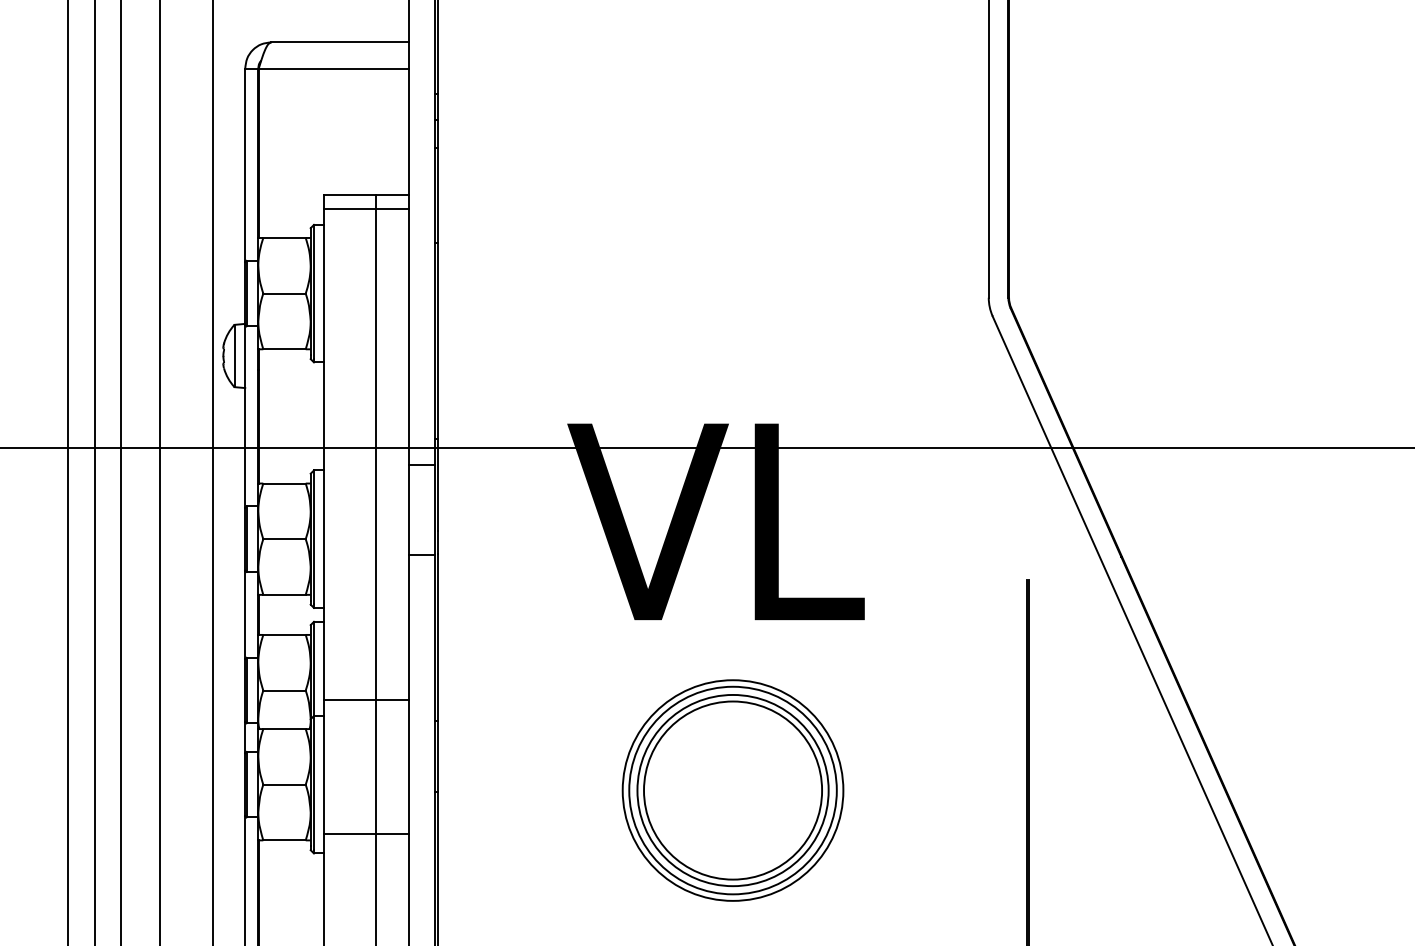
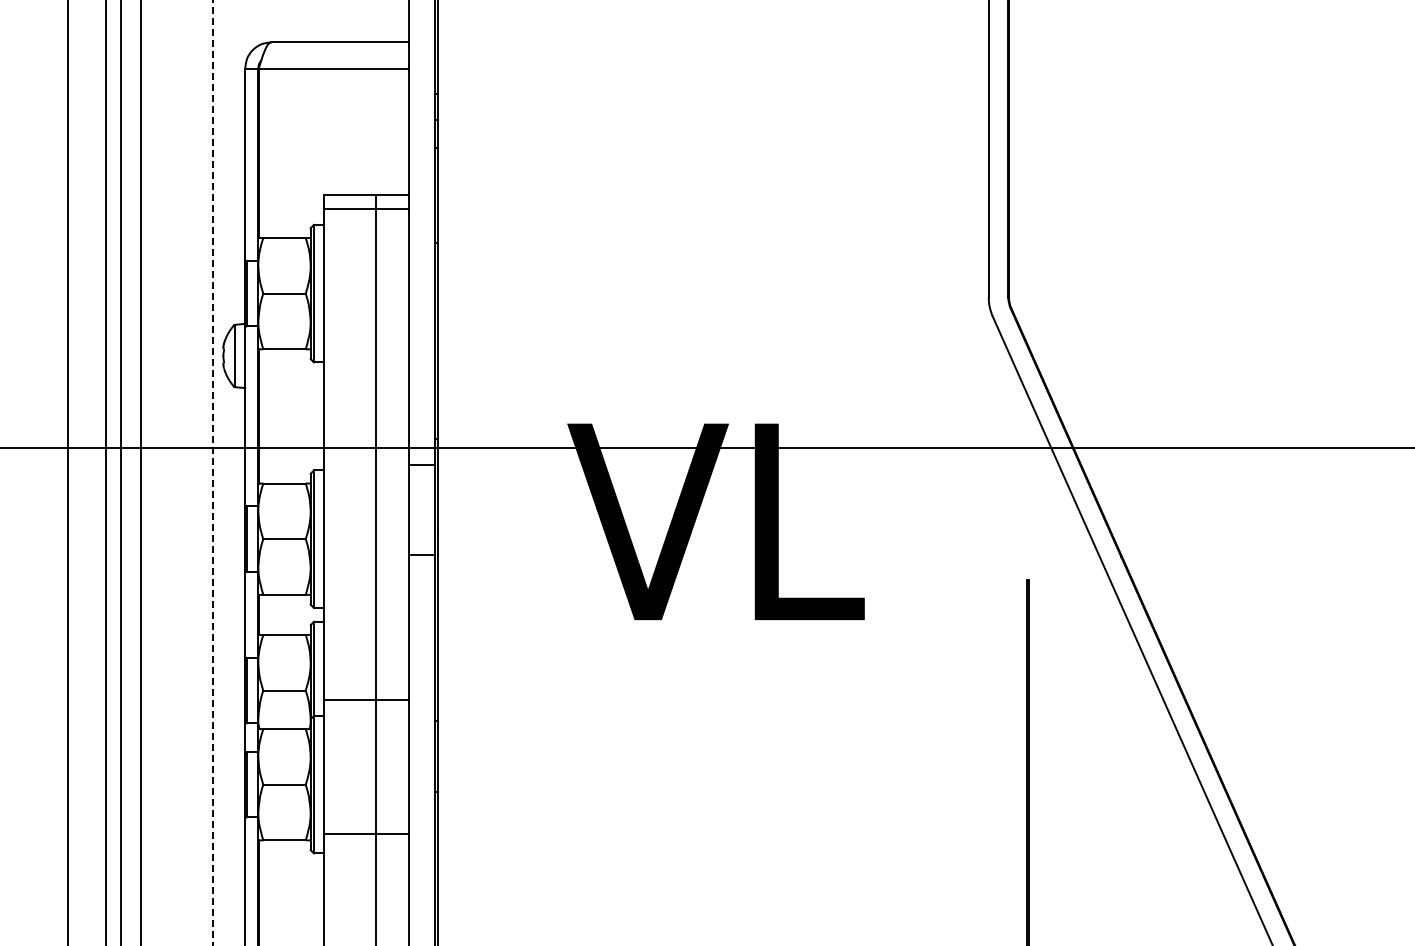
line at (94, 472) position: (94, 472) -> (105, 472)
line at (160, 472) position: (160, 472) -> (141, 472)
line at (212, 472): solid -> dashed
part at (732, 790): present -> none
